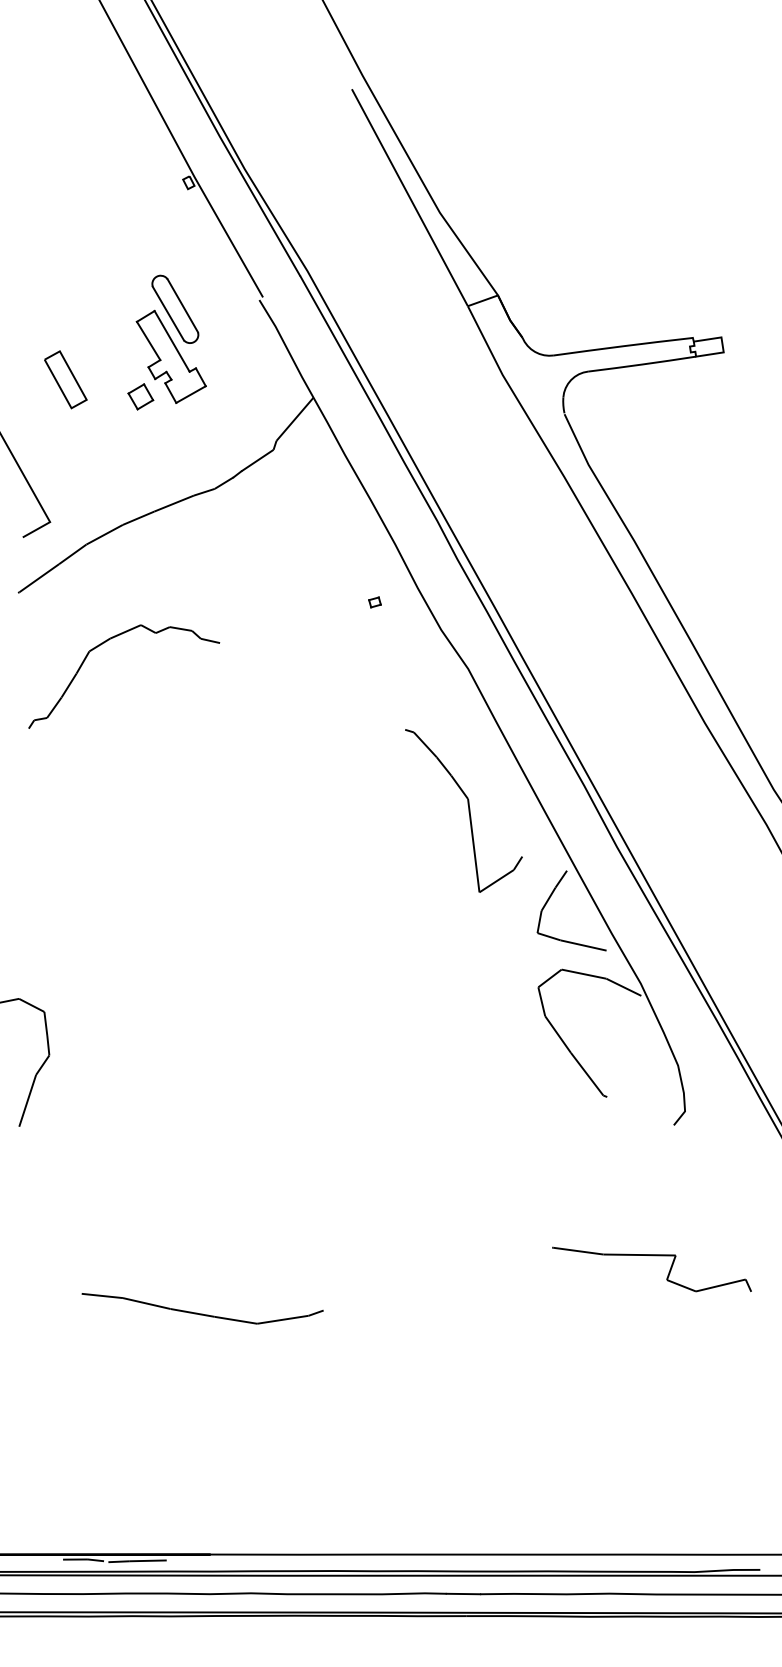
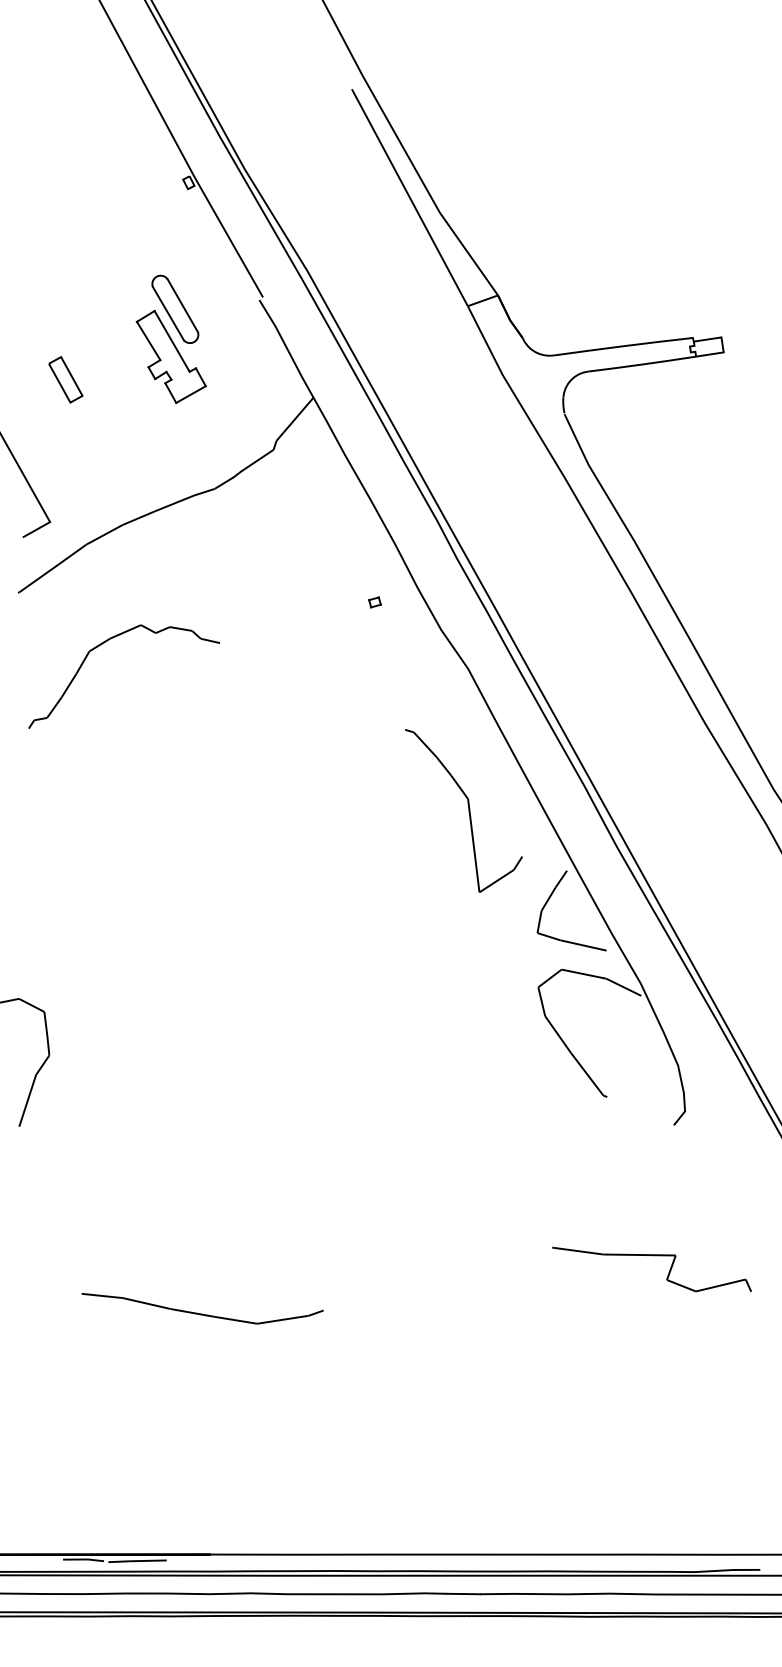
part at (65, 379) size: 44x60 px -> 36x48 px
part at (140, 396): present -> none
